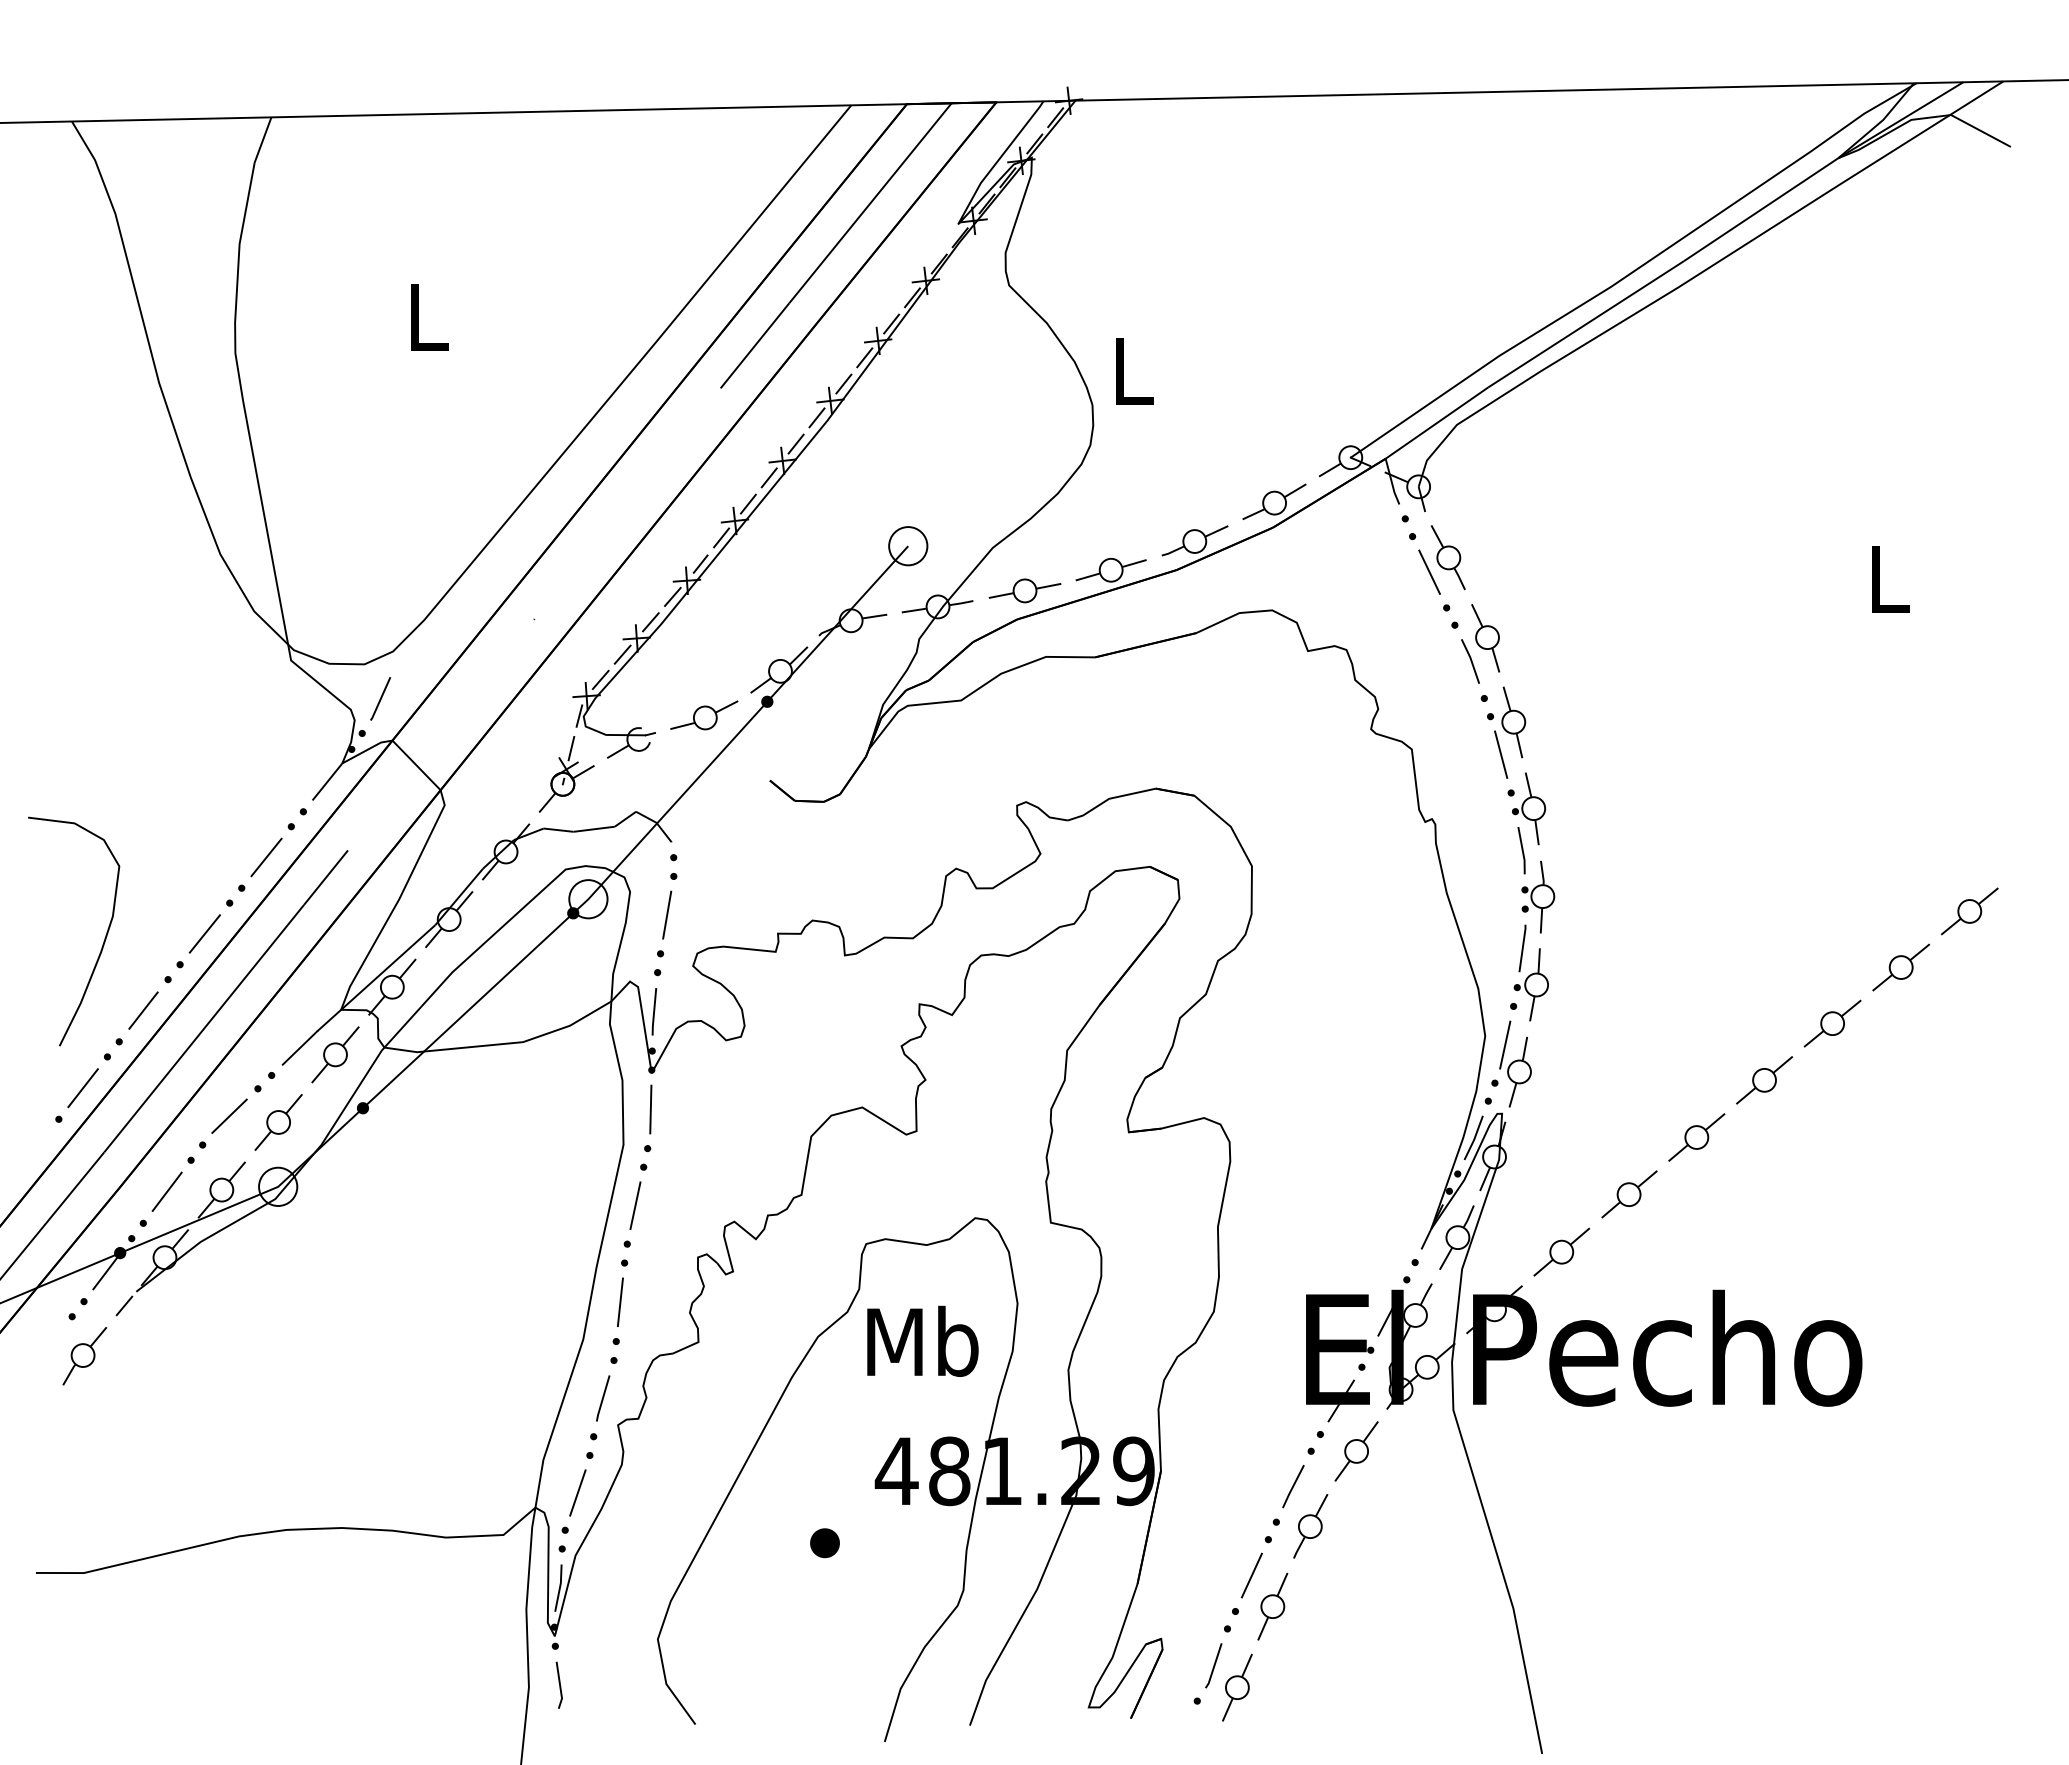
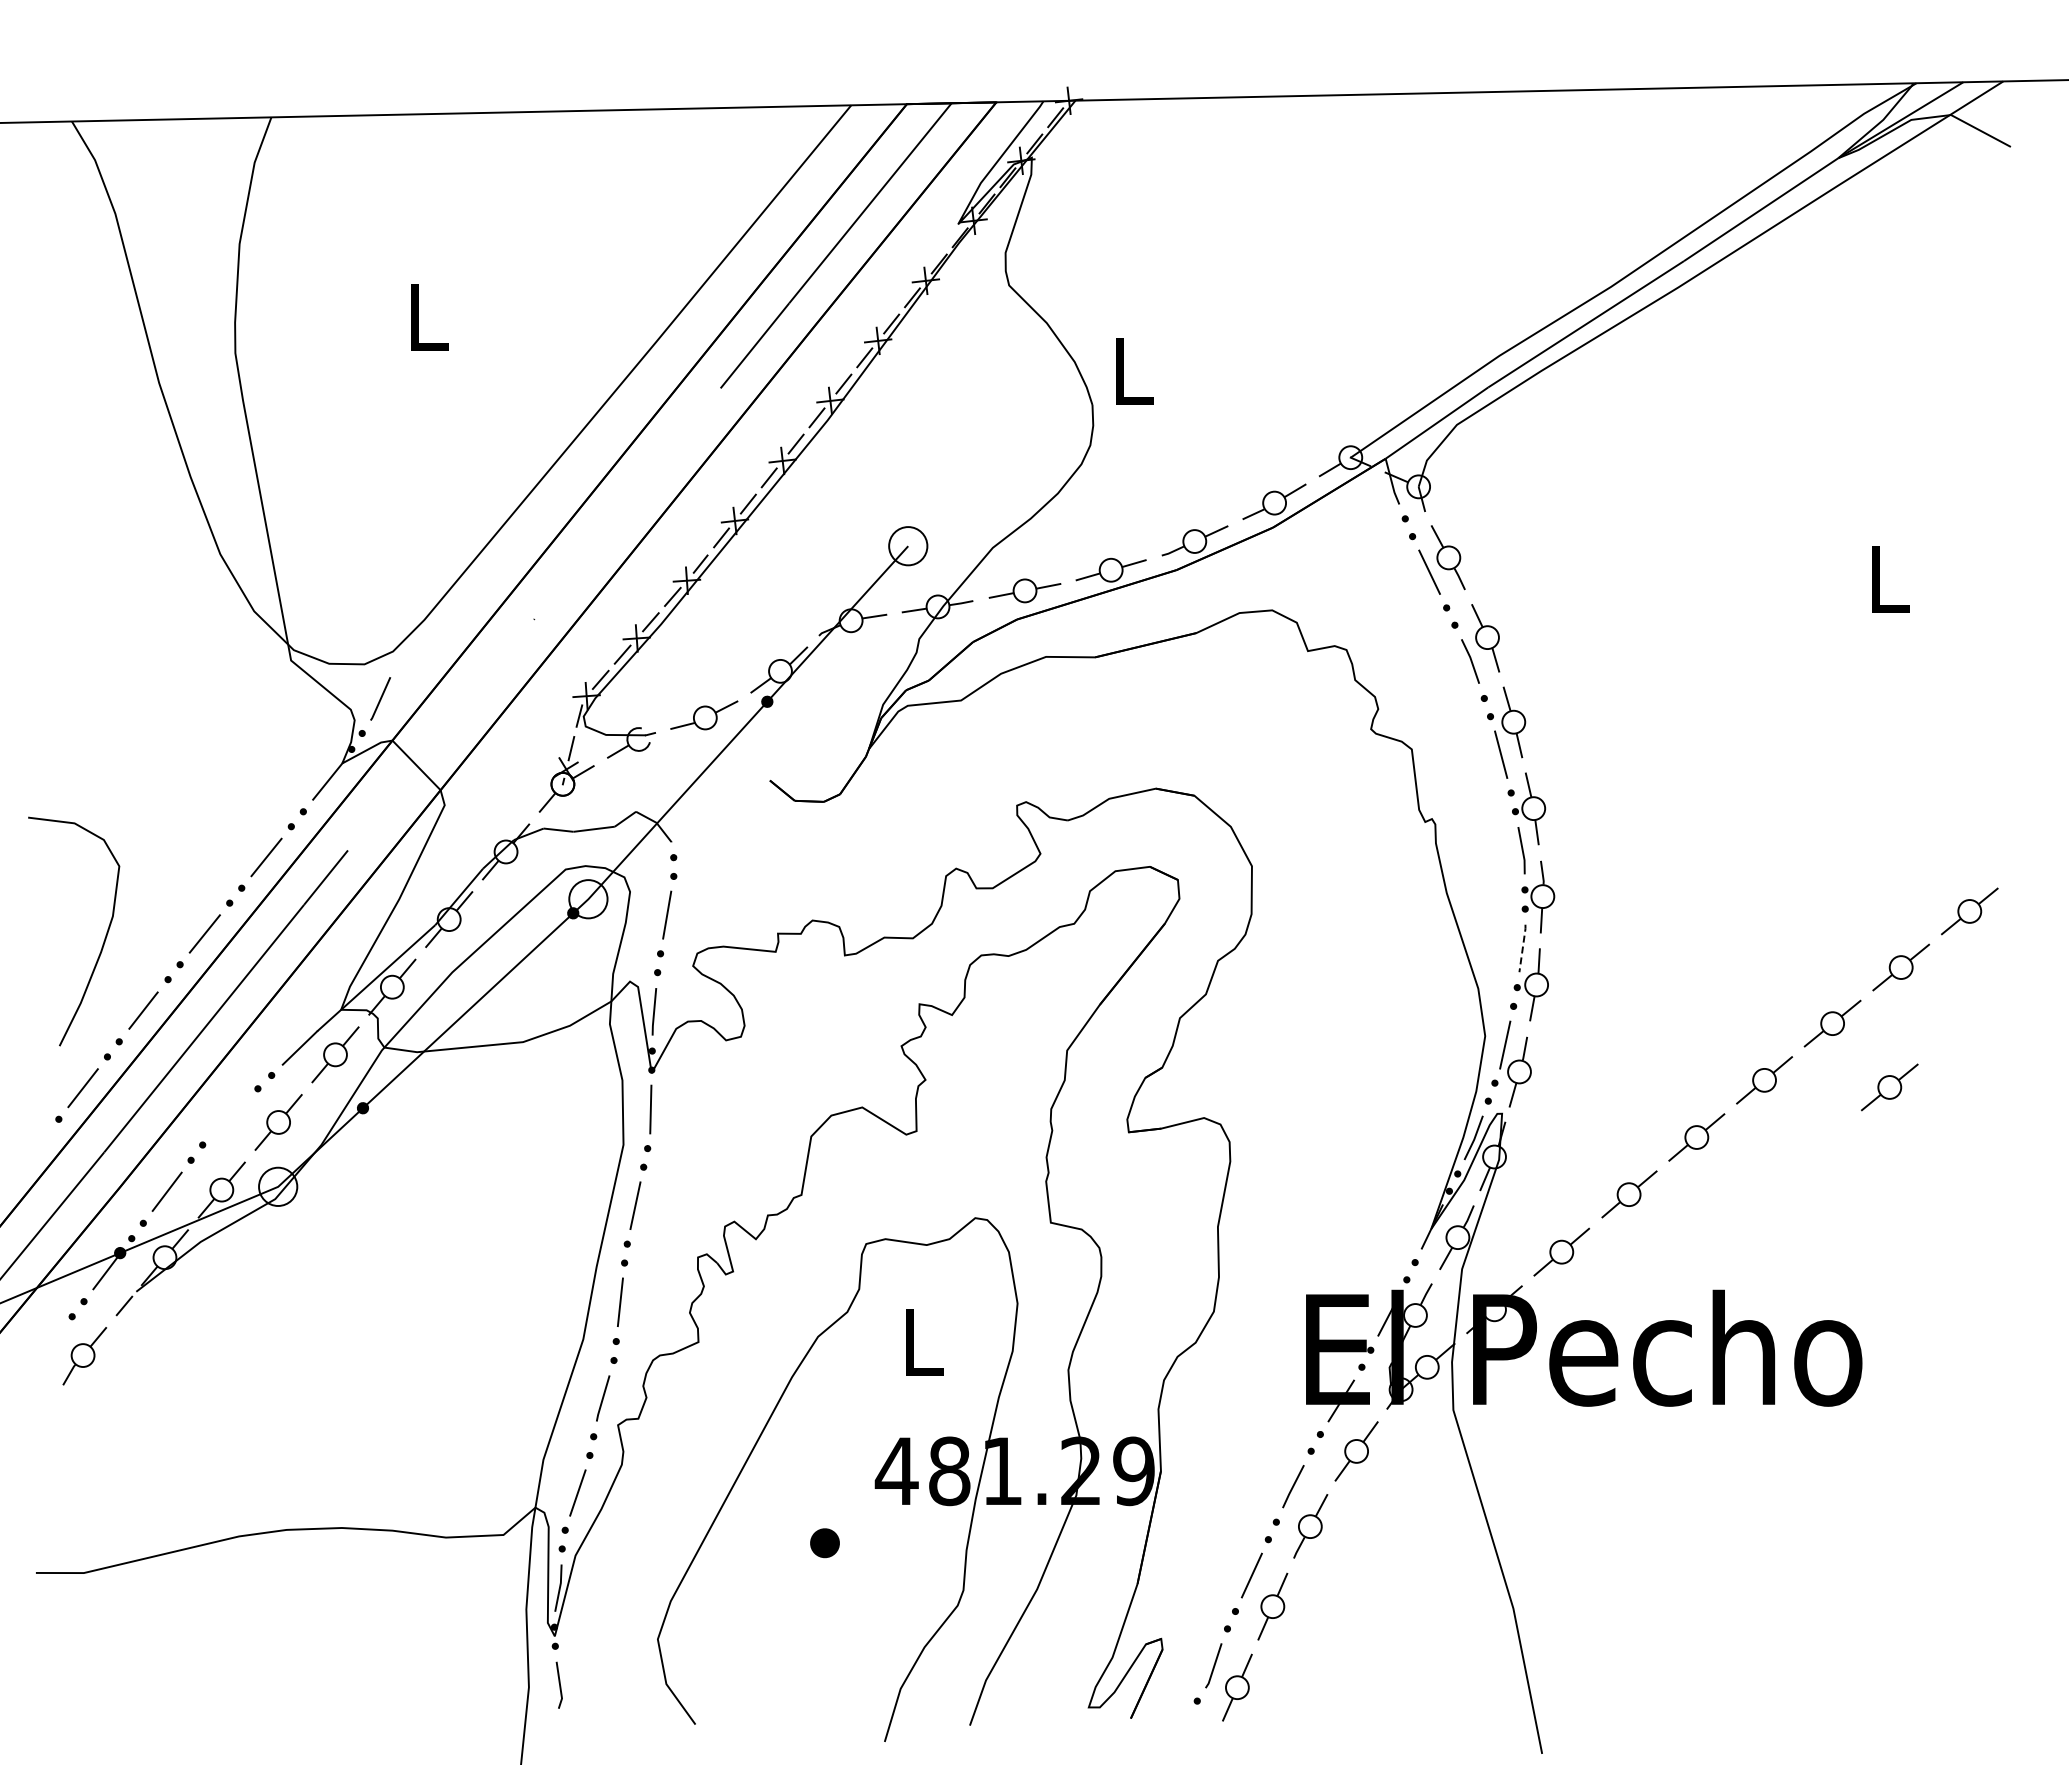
line at (1522, 947): solid -> dashed
part at (1889, 1087): none -> present
line at (229, 1115): present -> none
text at (922, 1340): Mb -> L
